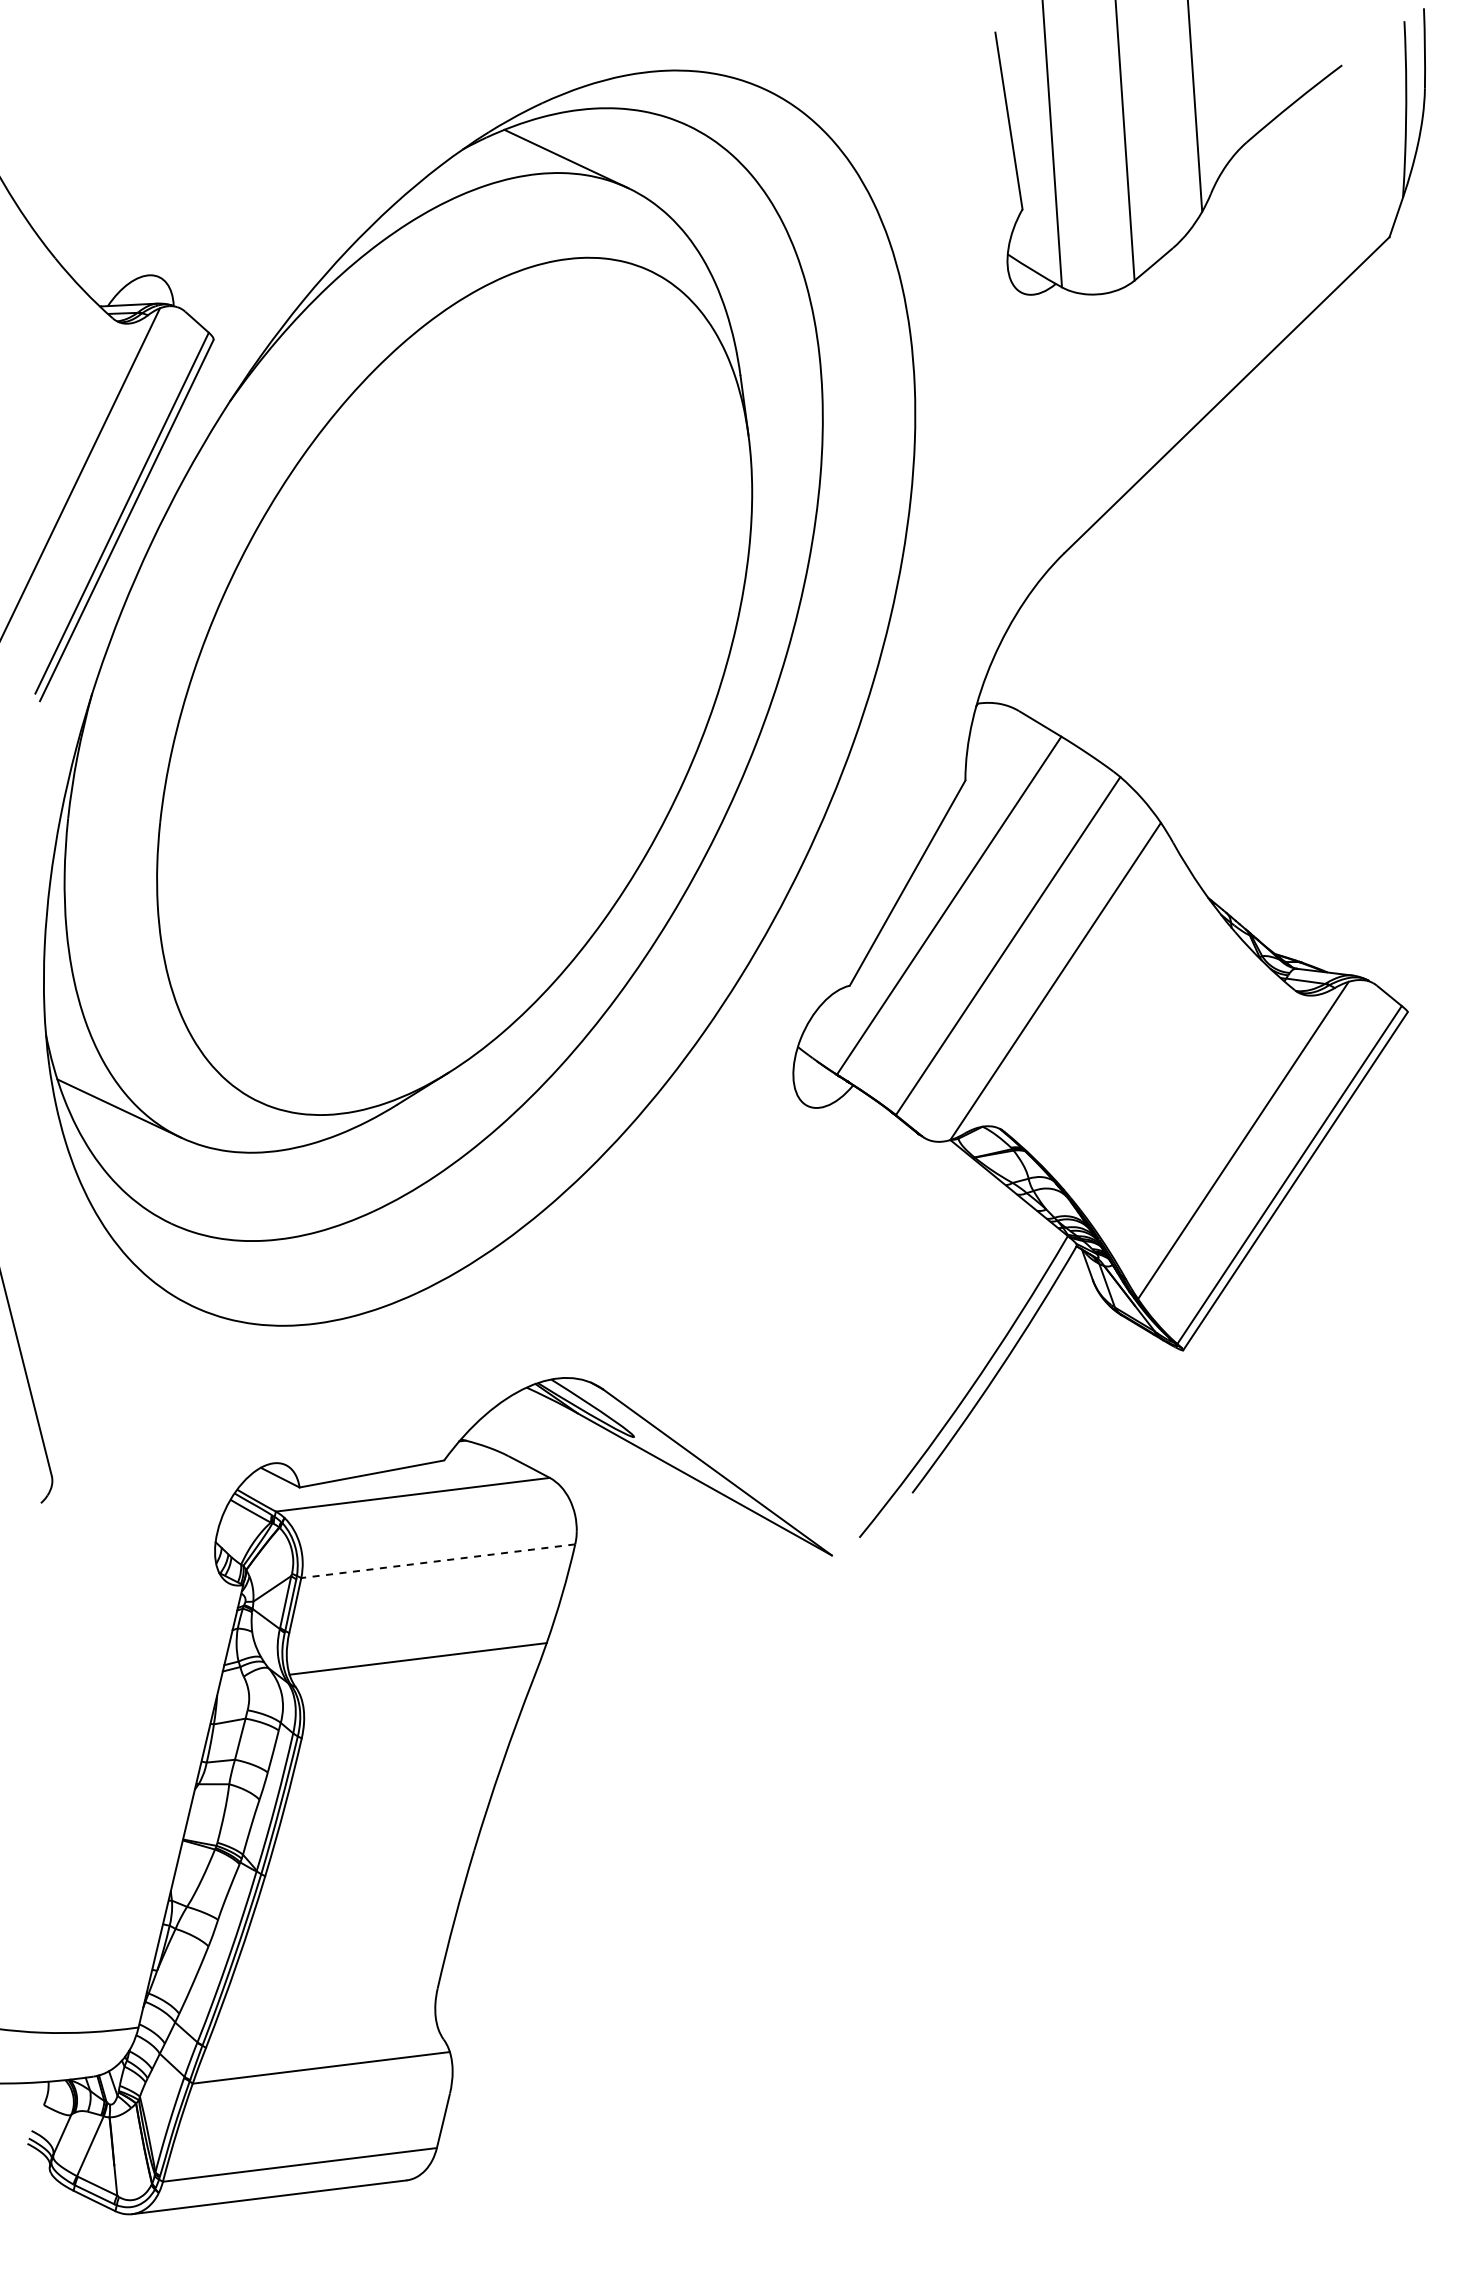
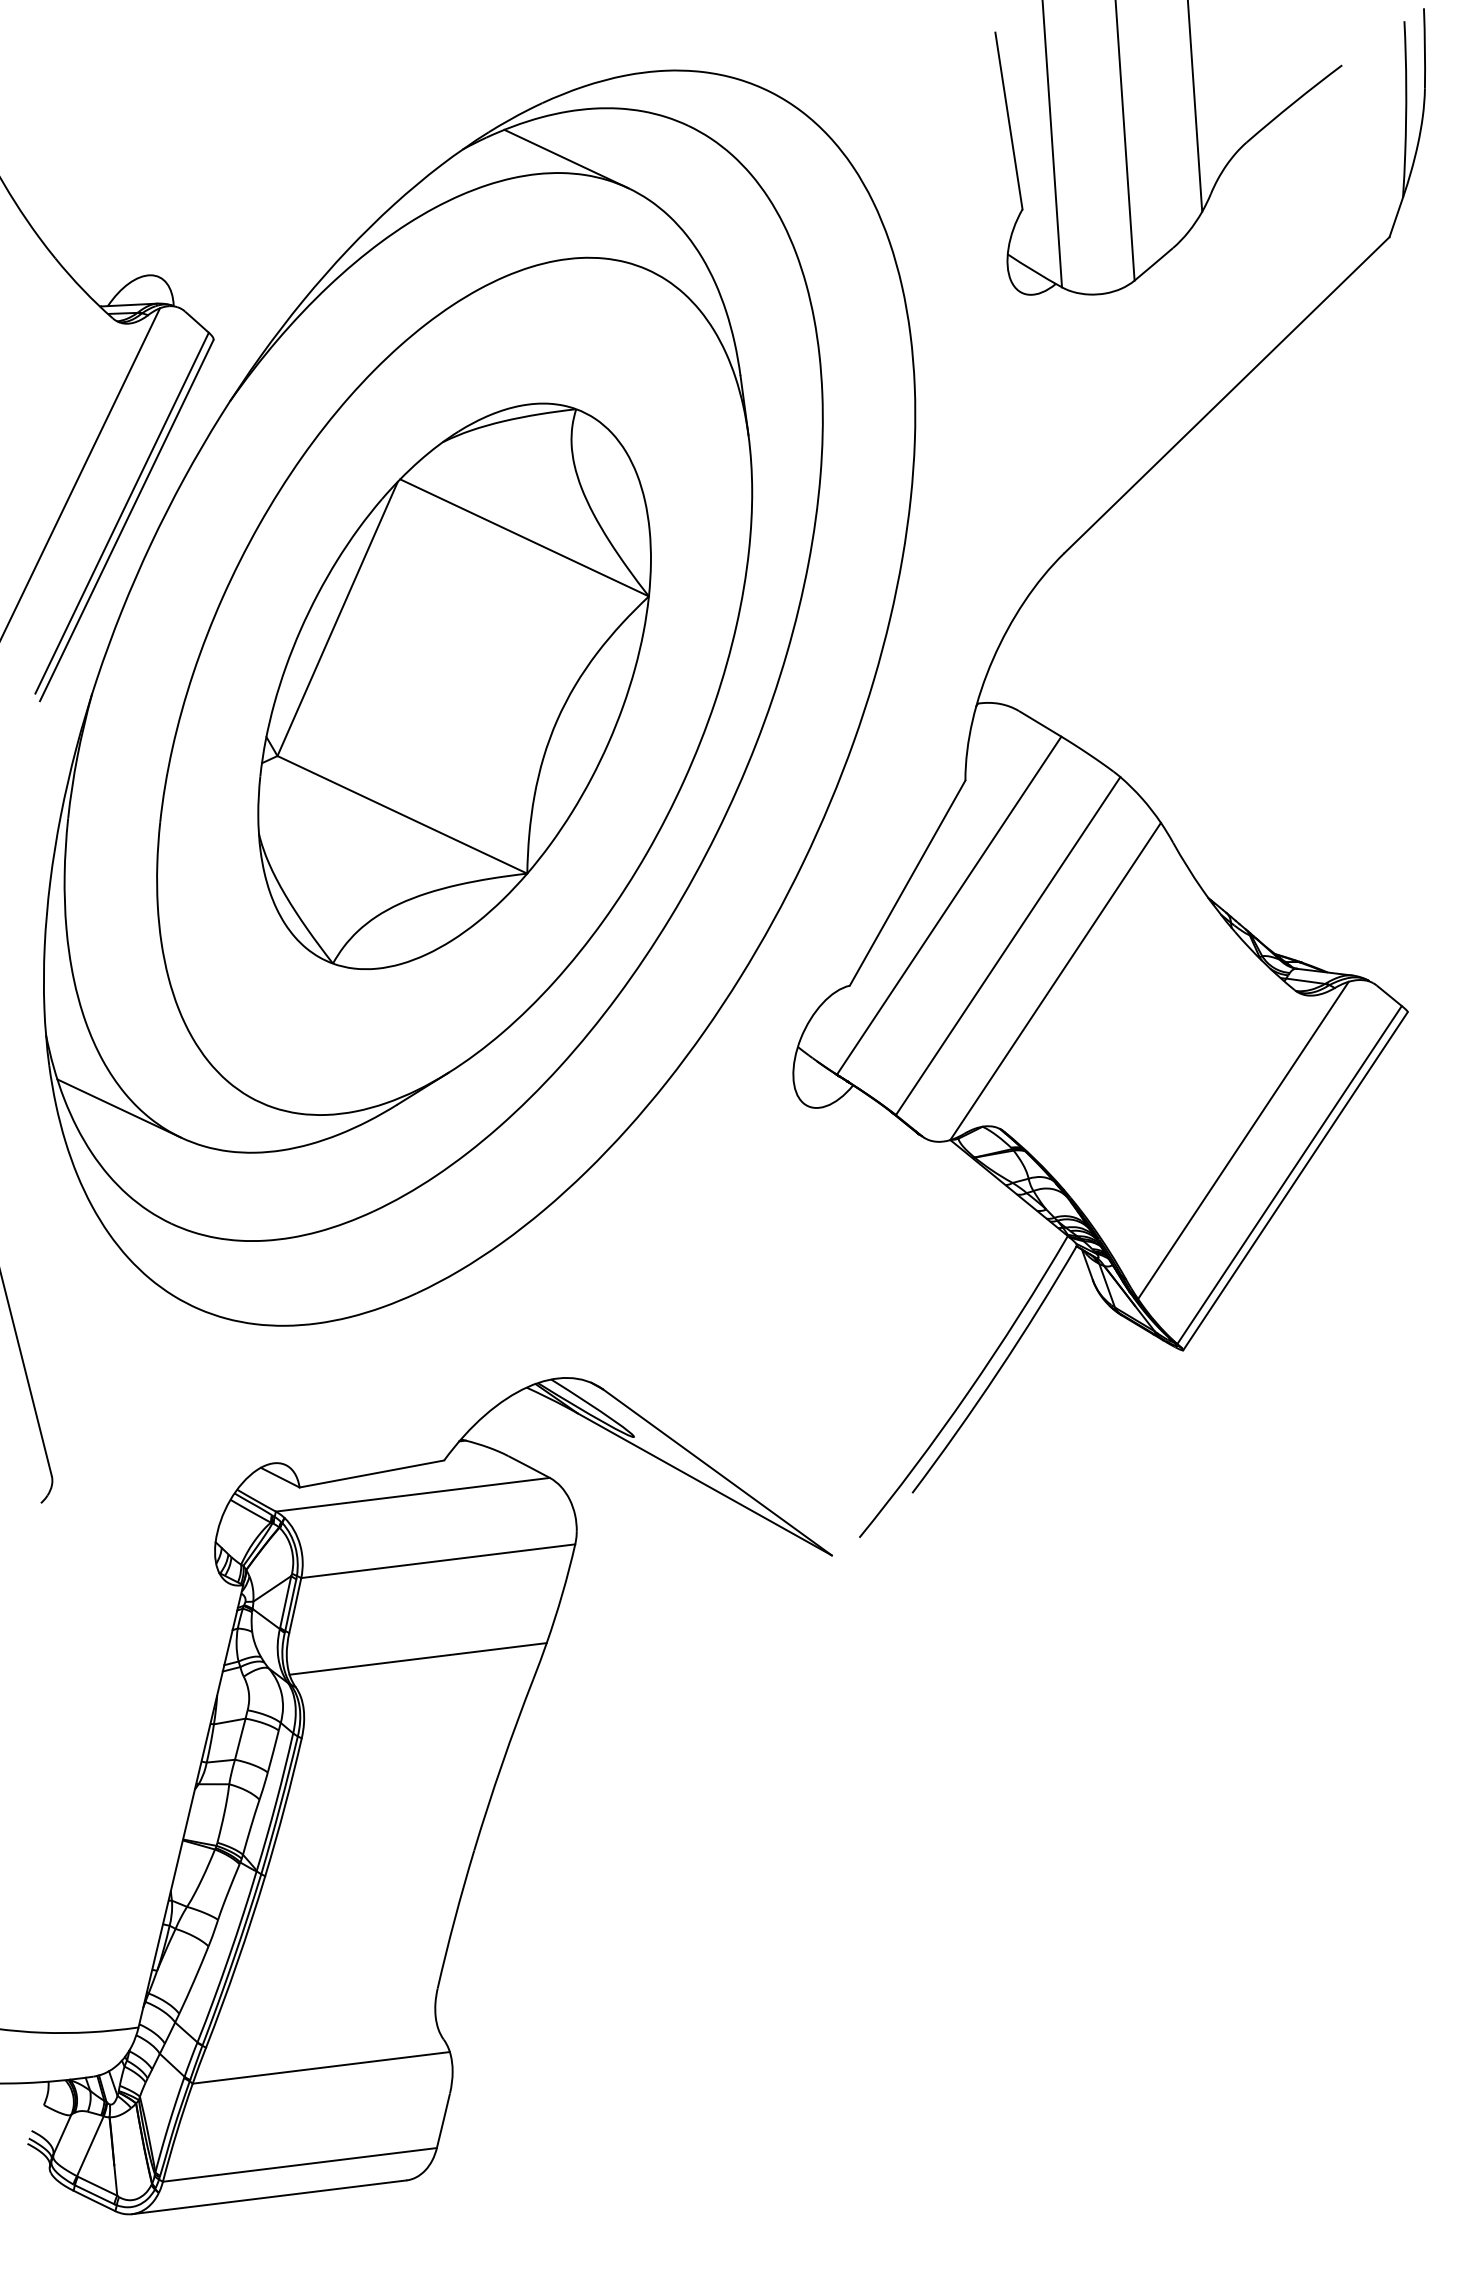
part at (454, 685): none -> present
line at (437, 1561): dashed -> solid
